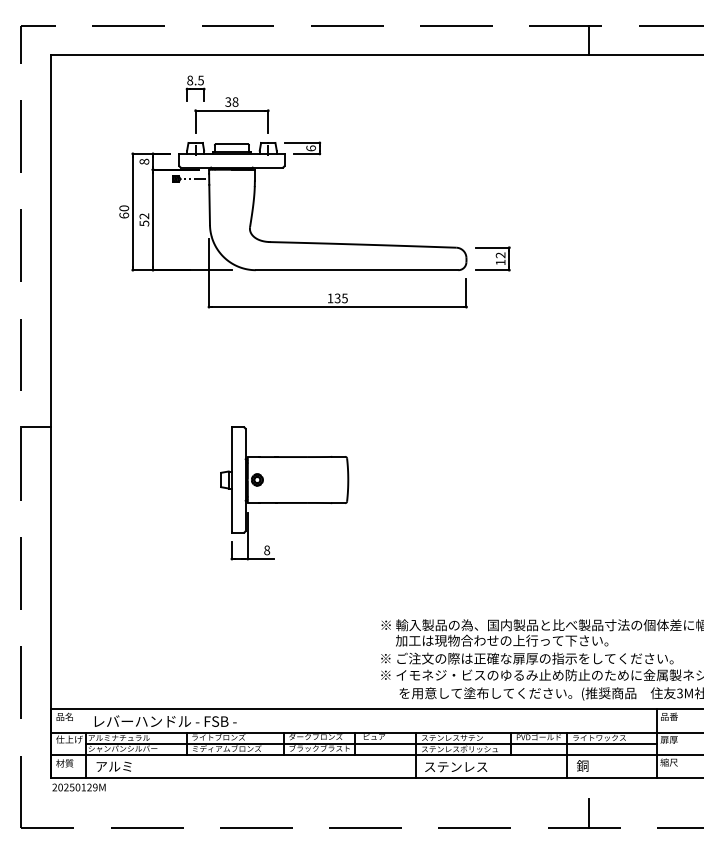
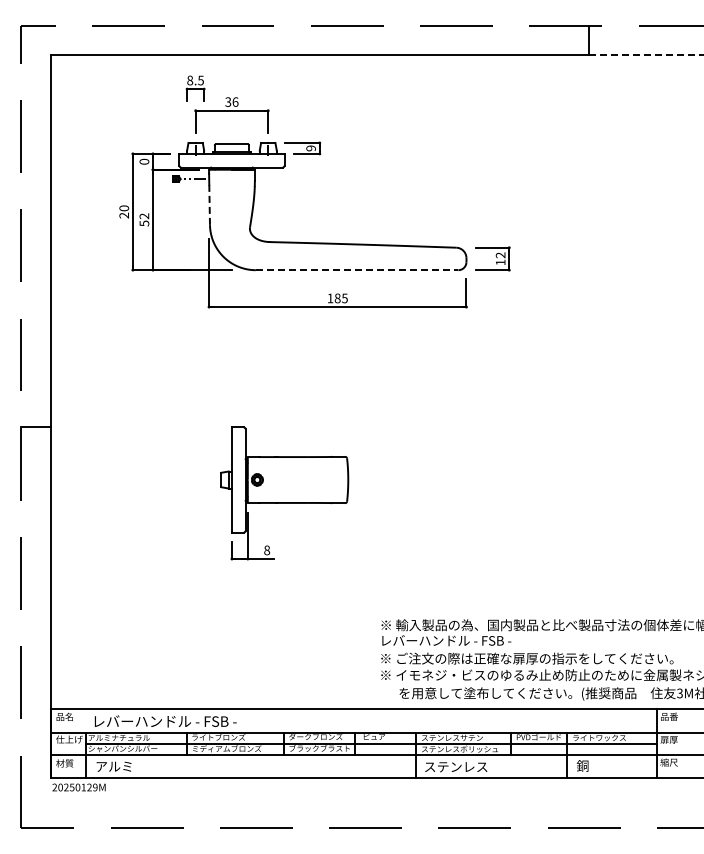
line at (646, 54): solid -> dashed
text at (235, 101): 38 -> 36
text at (310, 148): 6 -> 9
text at (144, 161): 8 -> 0
line at (209, 205): solid -> dashed
text at (124, 215): 60 -> 20
line at (357, 270): solid -> dashed
text at (337, 298): 135 -> 185
text at (495, 640): 加工は現物合わせの上行って下さい。 -> レバーハンドル - FSB -
line at (588, 813): present -> none
